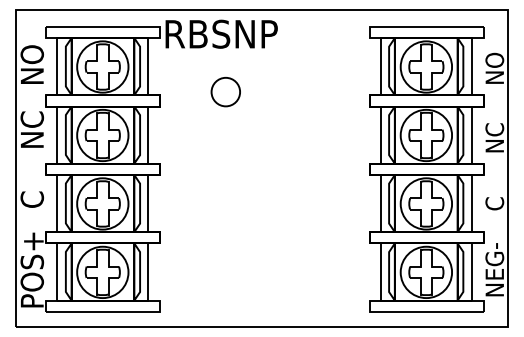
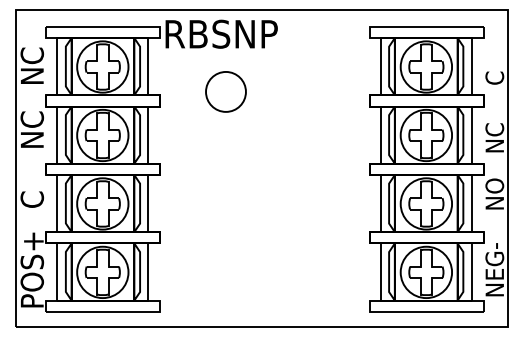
text at (31, 51): NO -> NC
text at (494, 68): NO -> C
circle at (225, 92) size: 31x31 px -> 42x42 px
text at (494, 194): C -> NO
